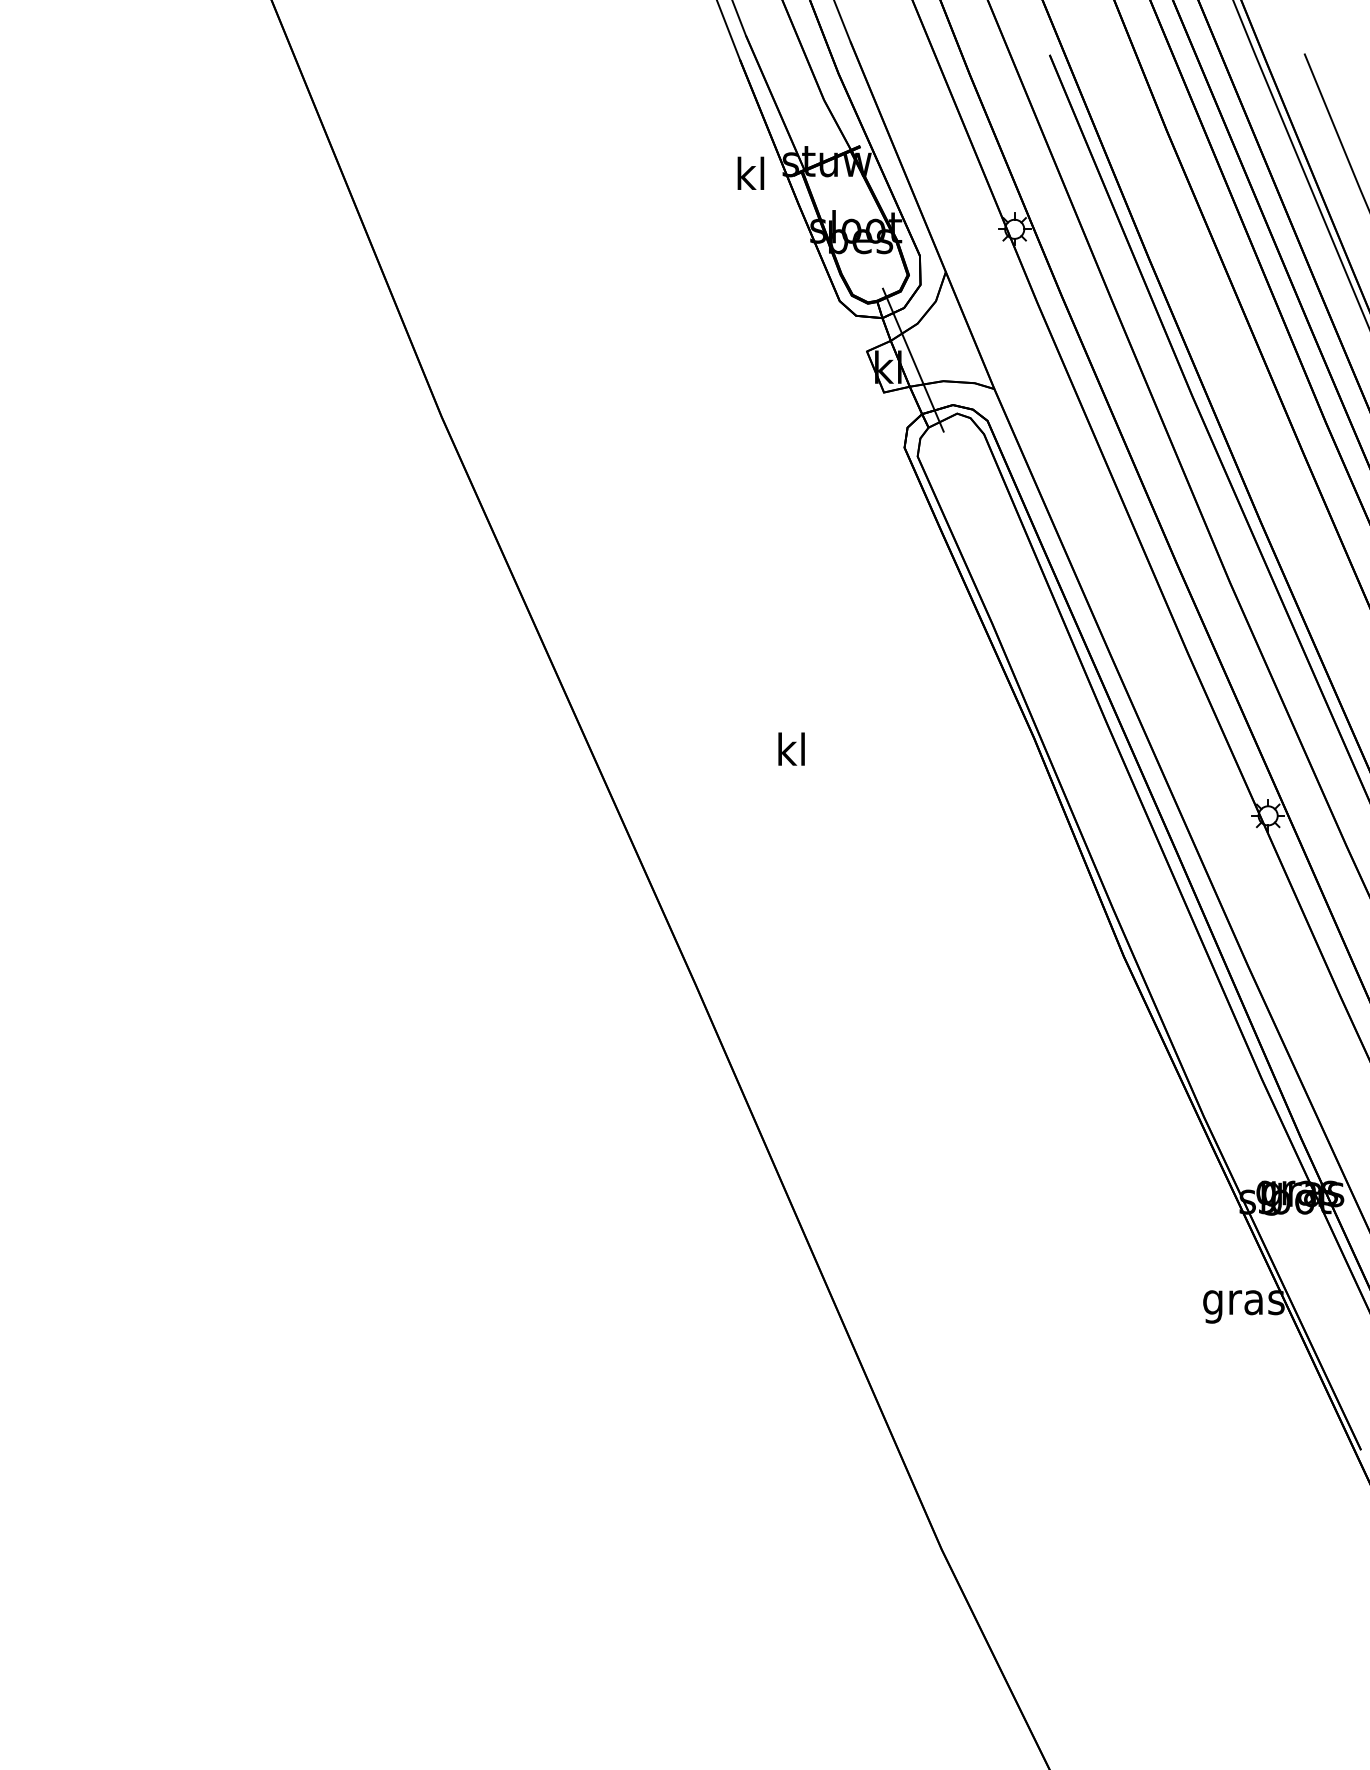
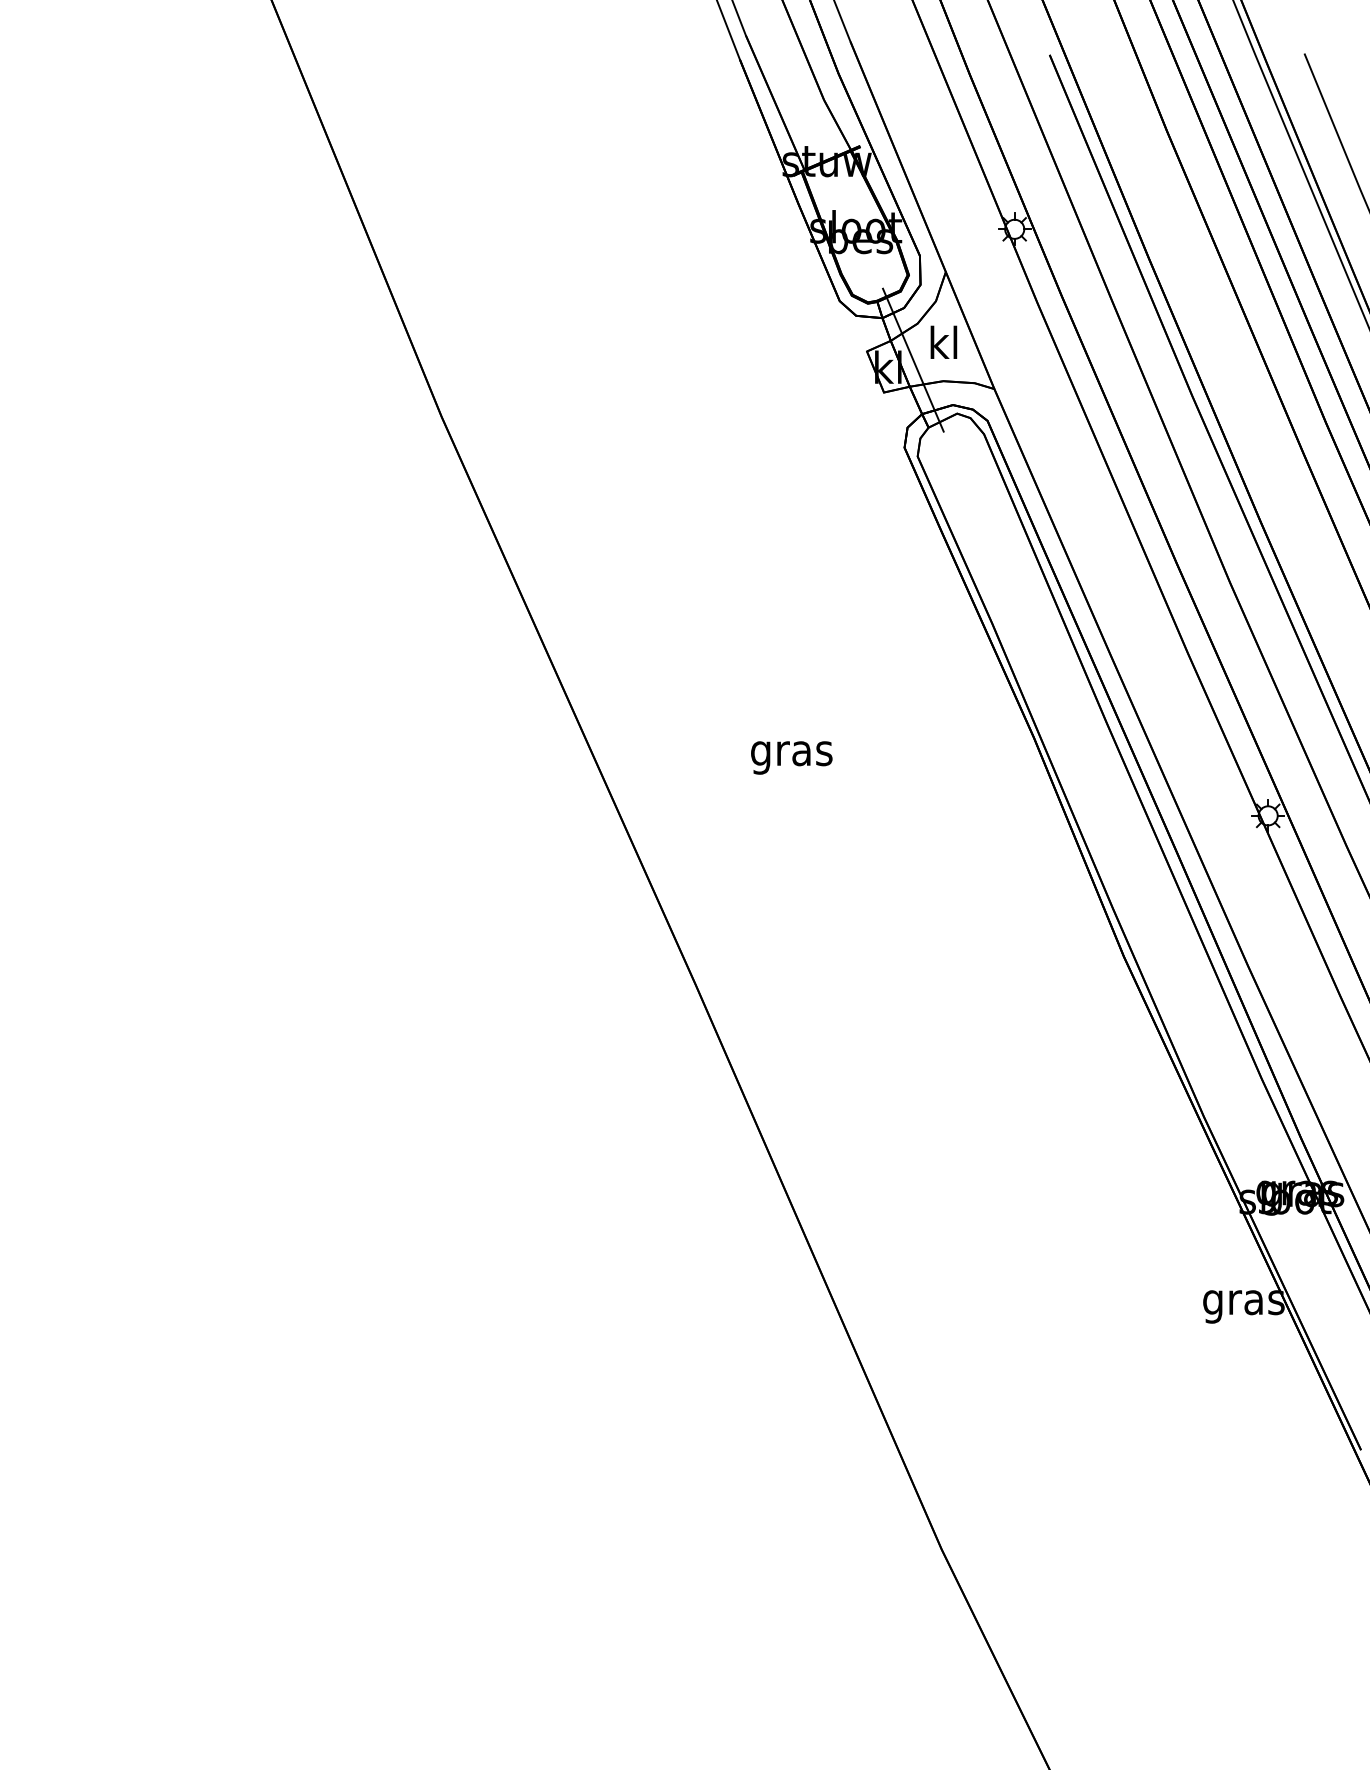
text at (750, 172) position: (750, 172) -> (943, 341)
text at (791, 753): kl -> gras
